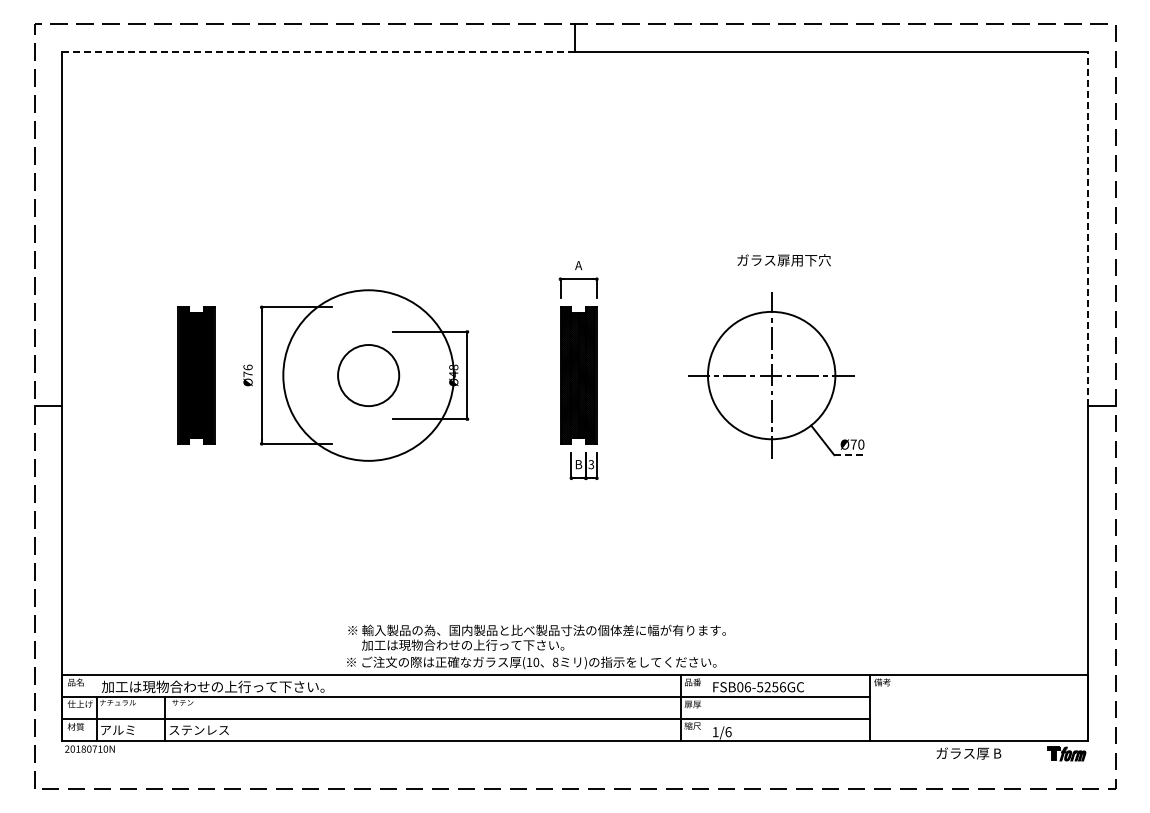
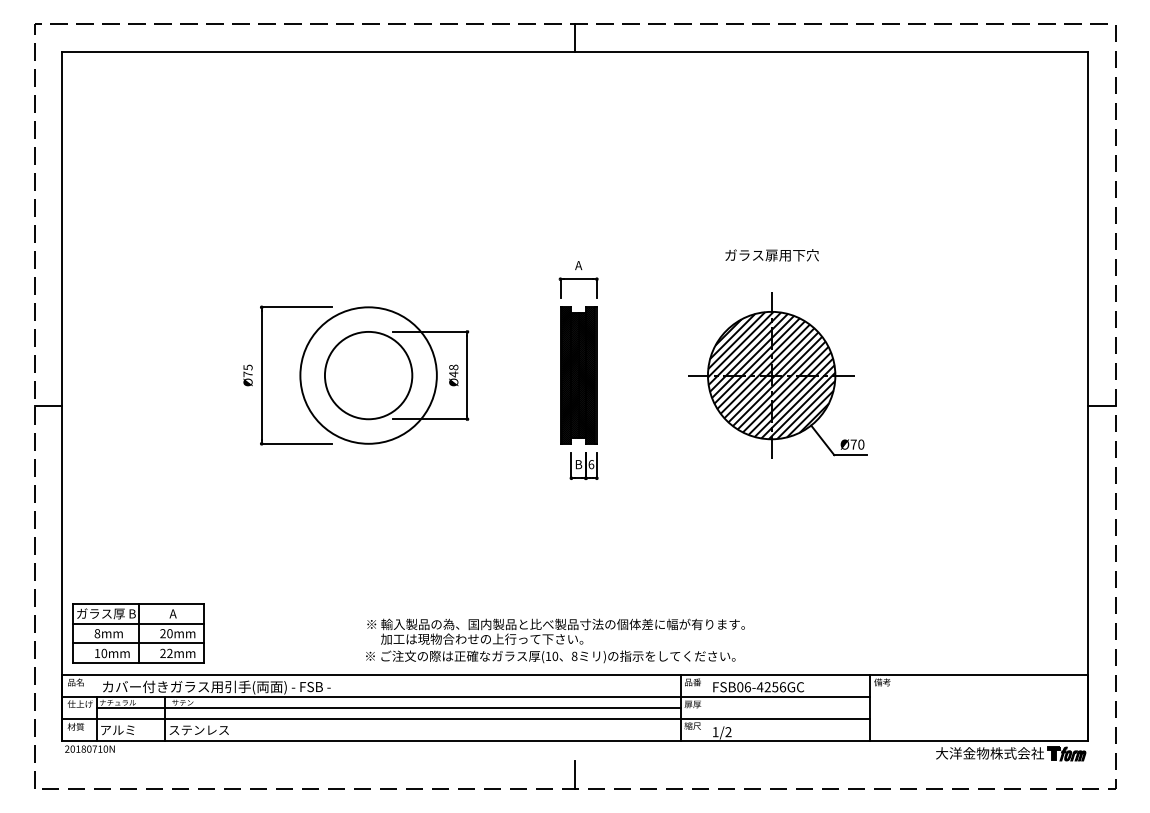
line at (318, 52): dashed -> solid
line at (1087, 228): dashed -> solid
text at (783, 260) position: (783, 260) -> (771, 255)
text at (247, 367): Ø76 -> Ø75
part at (196, 375): present -> none
circle at (368, 375) diameter: 171 px -> 136 px
circle at (368, 375) diameter: 61 px -> 87 px
hatch at (771, 375): none -> present
line at (850, 455): dashed -> solid
text at (591, 464): 3 -> 6
part at (138, 633): none -> present
text at (536, 646) position: (536, 646) -> (555, 640)
text at (216, 687): 加工は現物合わせの上行って下さい。 -> カバー付きガラス用引手(両面) - FSB -
text at (759, 687): FSB06-5256GC -> FSB06-4256GC
line at (388, 708): none -> present
text at (728, 732): 1/6 -> 1/2
text at (989, 753): ガラス厚 B -> 大洋金物株式会社
line at (575, 774): none -> present
